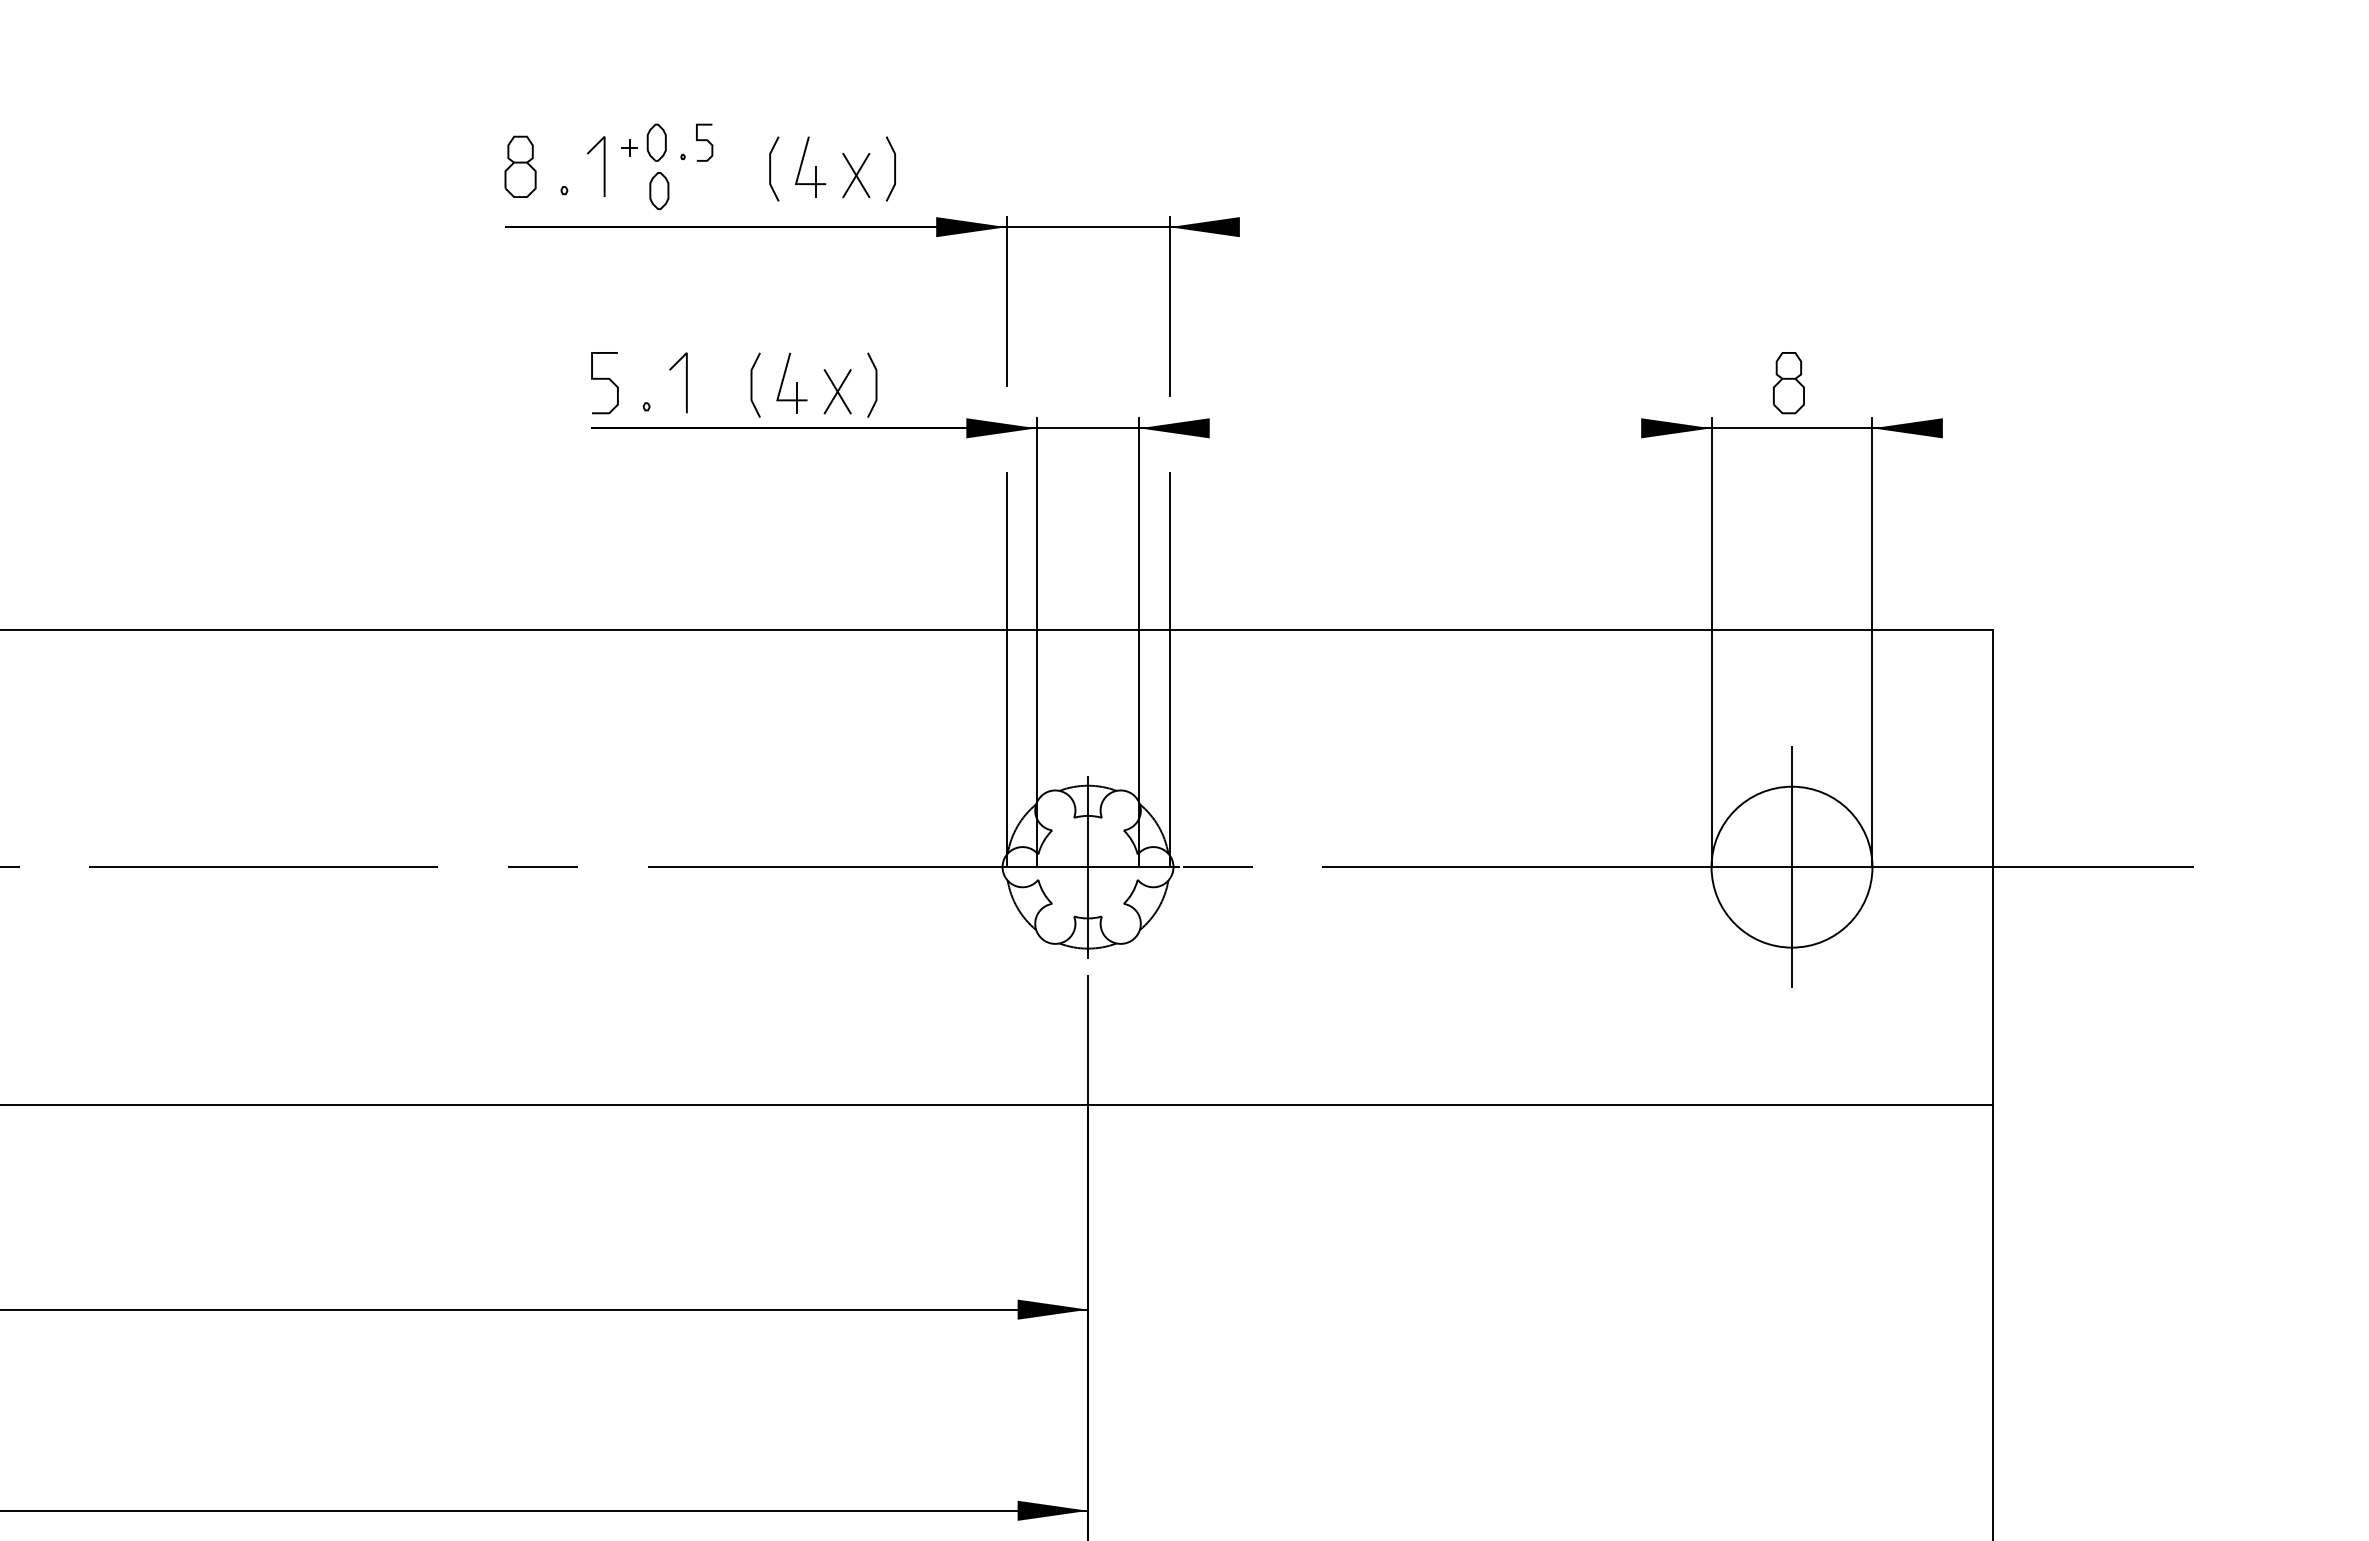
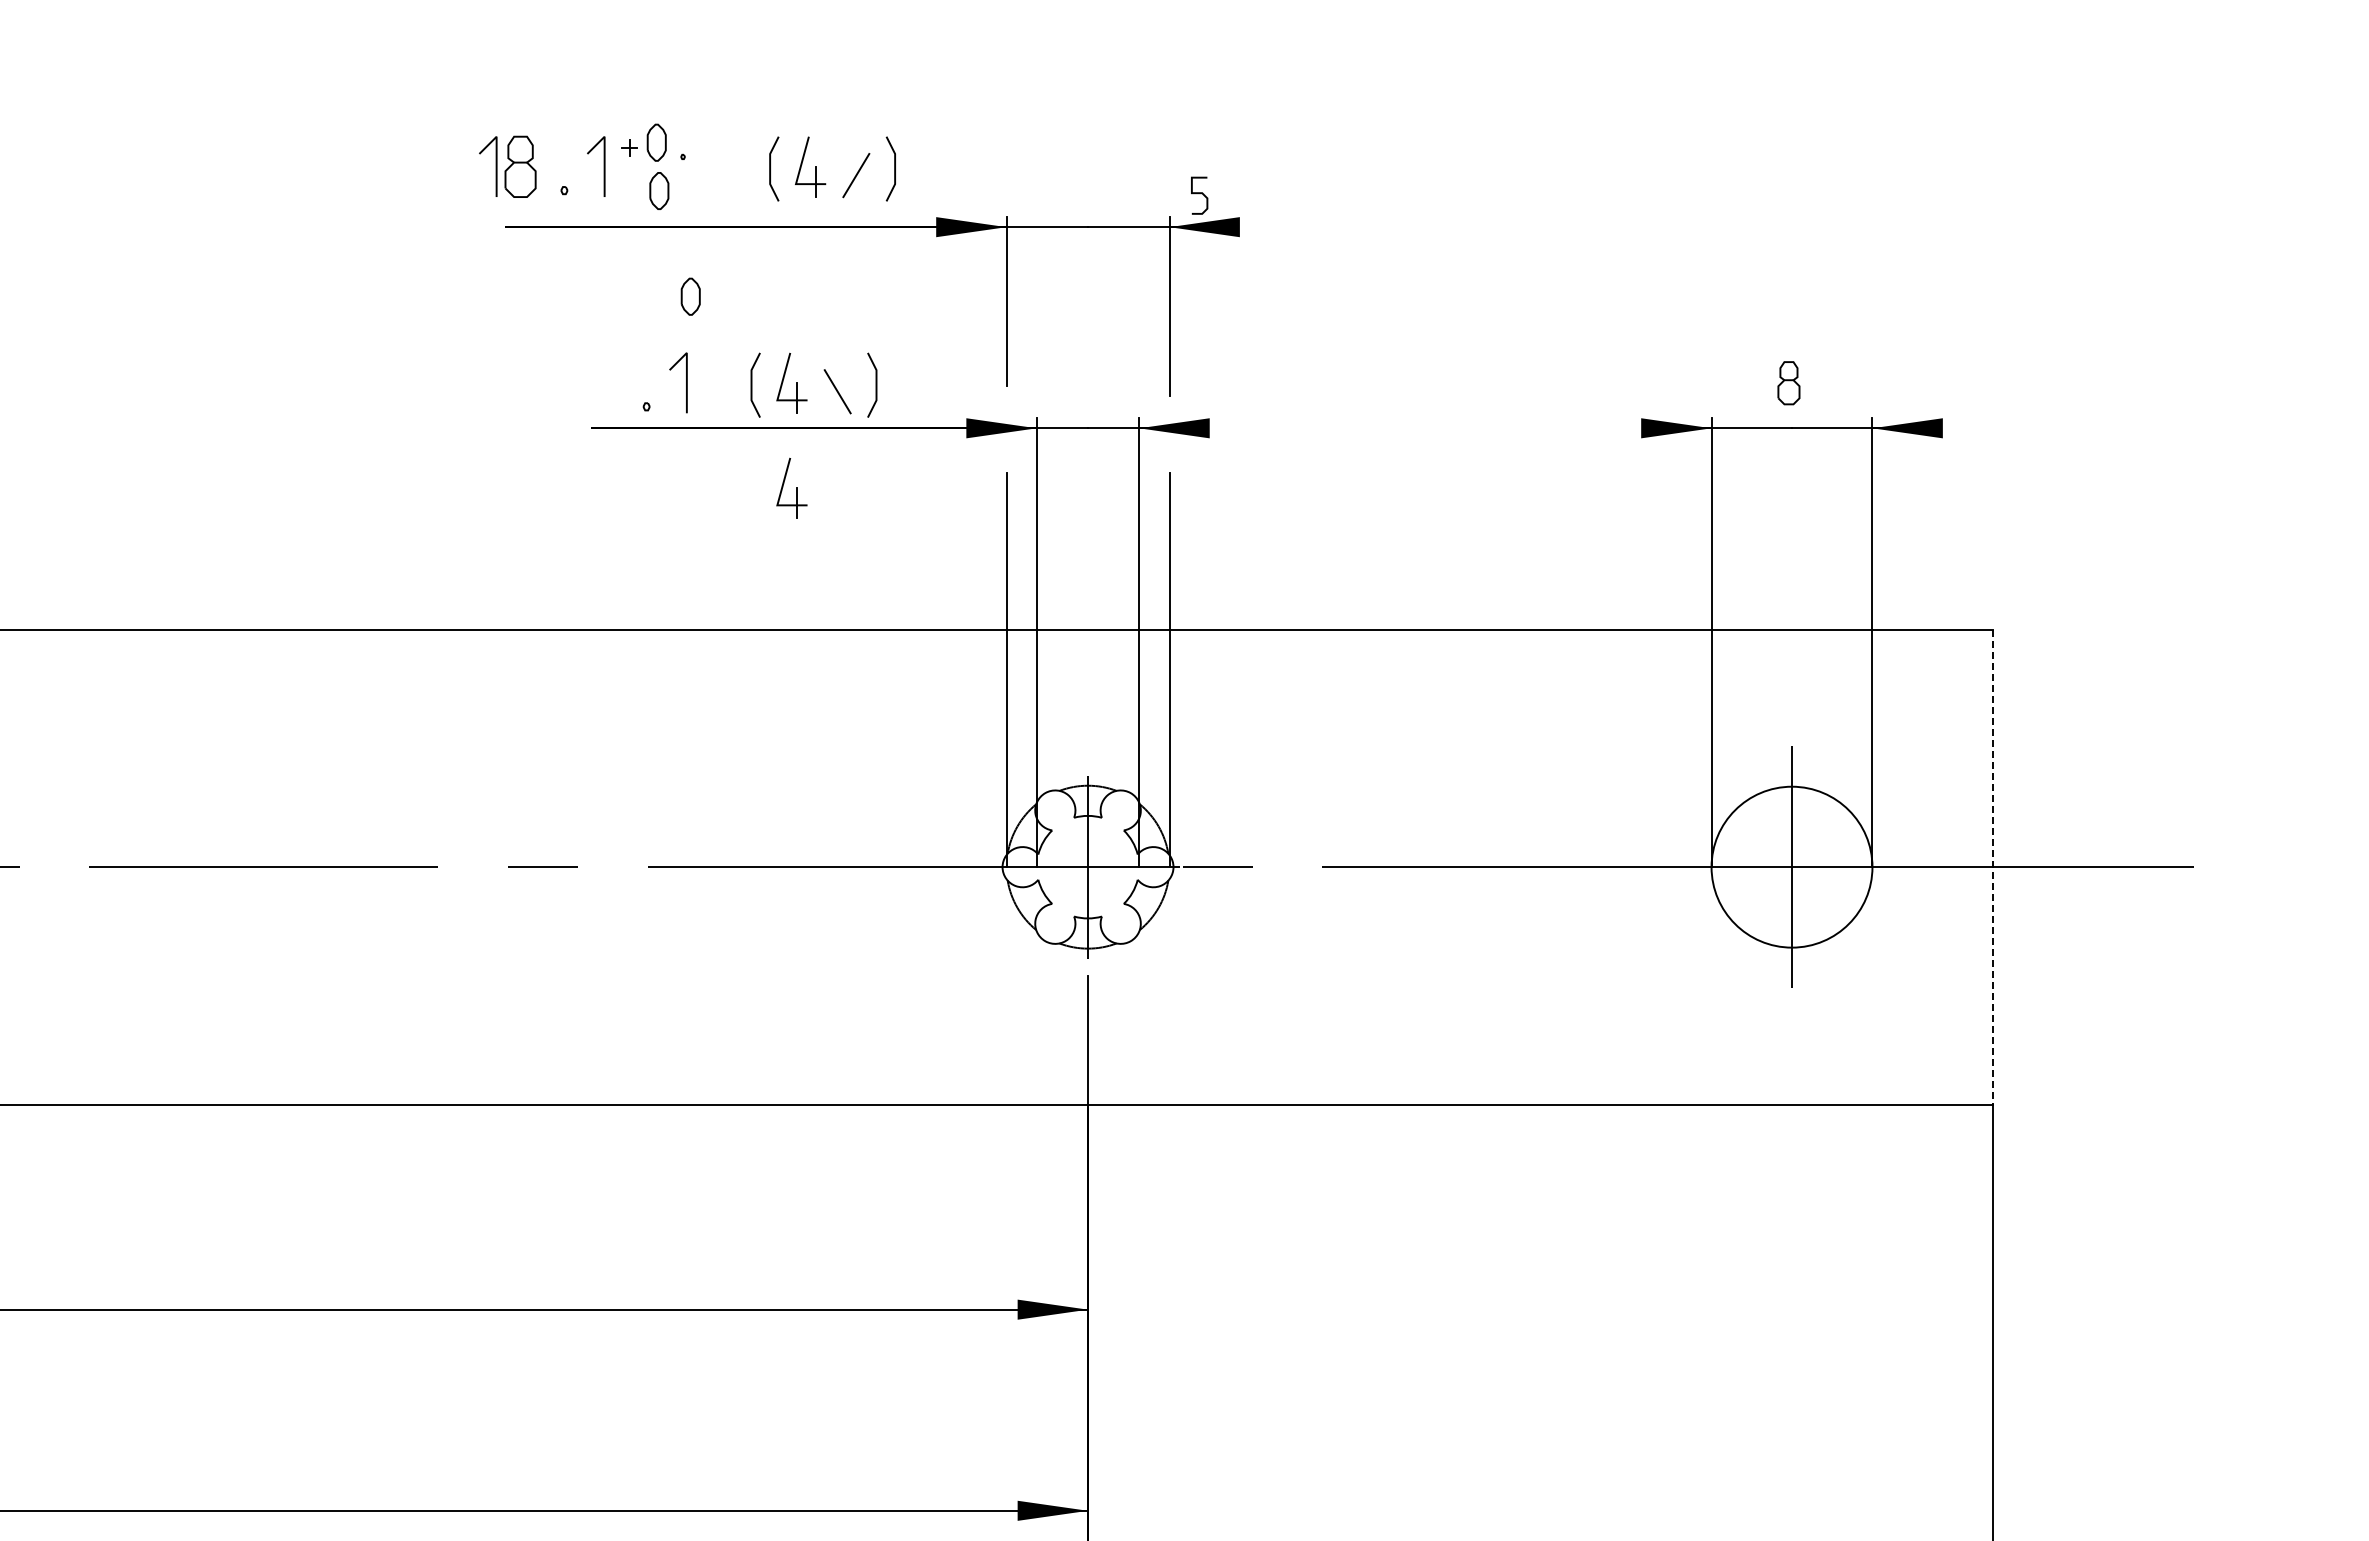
curve at (704, 141) position: (704, 141) -> (1199, 194)
line at (495, 166): none -> present
line at (856, 175): present -> none
part at (690, 296): none -> present
curve at (604, 379): present -> none
part at (1788, 383) size: 32x63 px -> 24x45 px
line at (837, 391): present -> none
part at (791, 487): none -> present
line at (1993, 867): solid -> dashed
